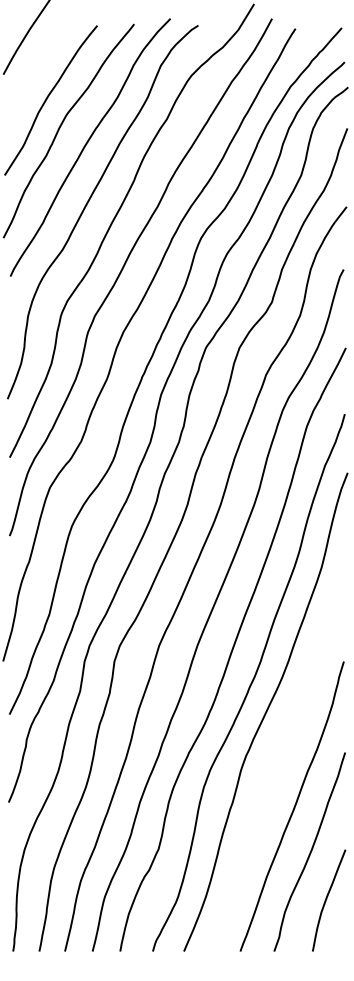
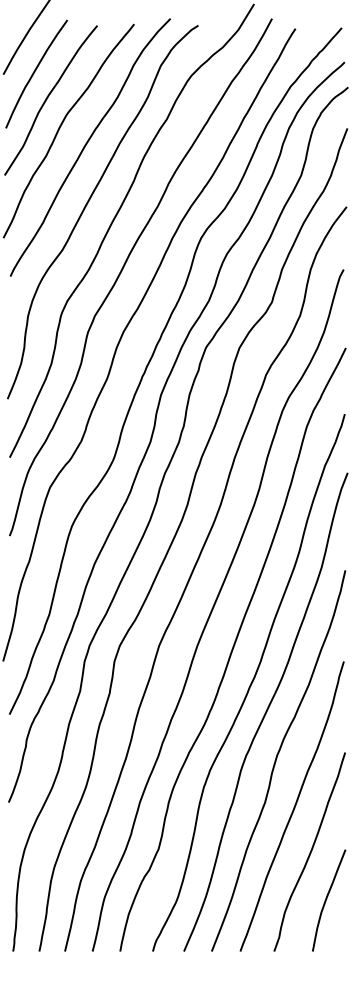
curve at (35, 72): none -> present
curve at (276, 760): none -> present
